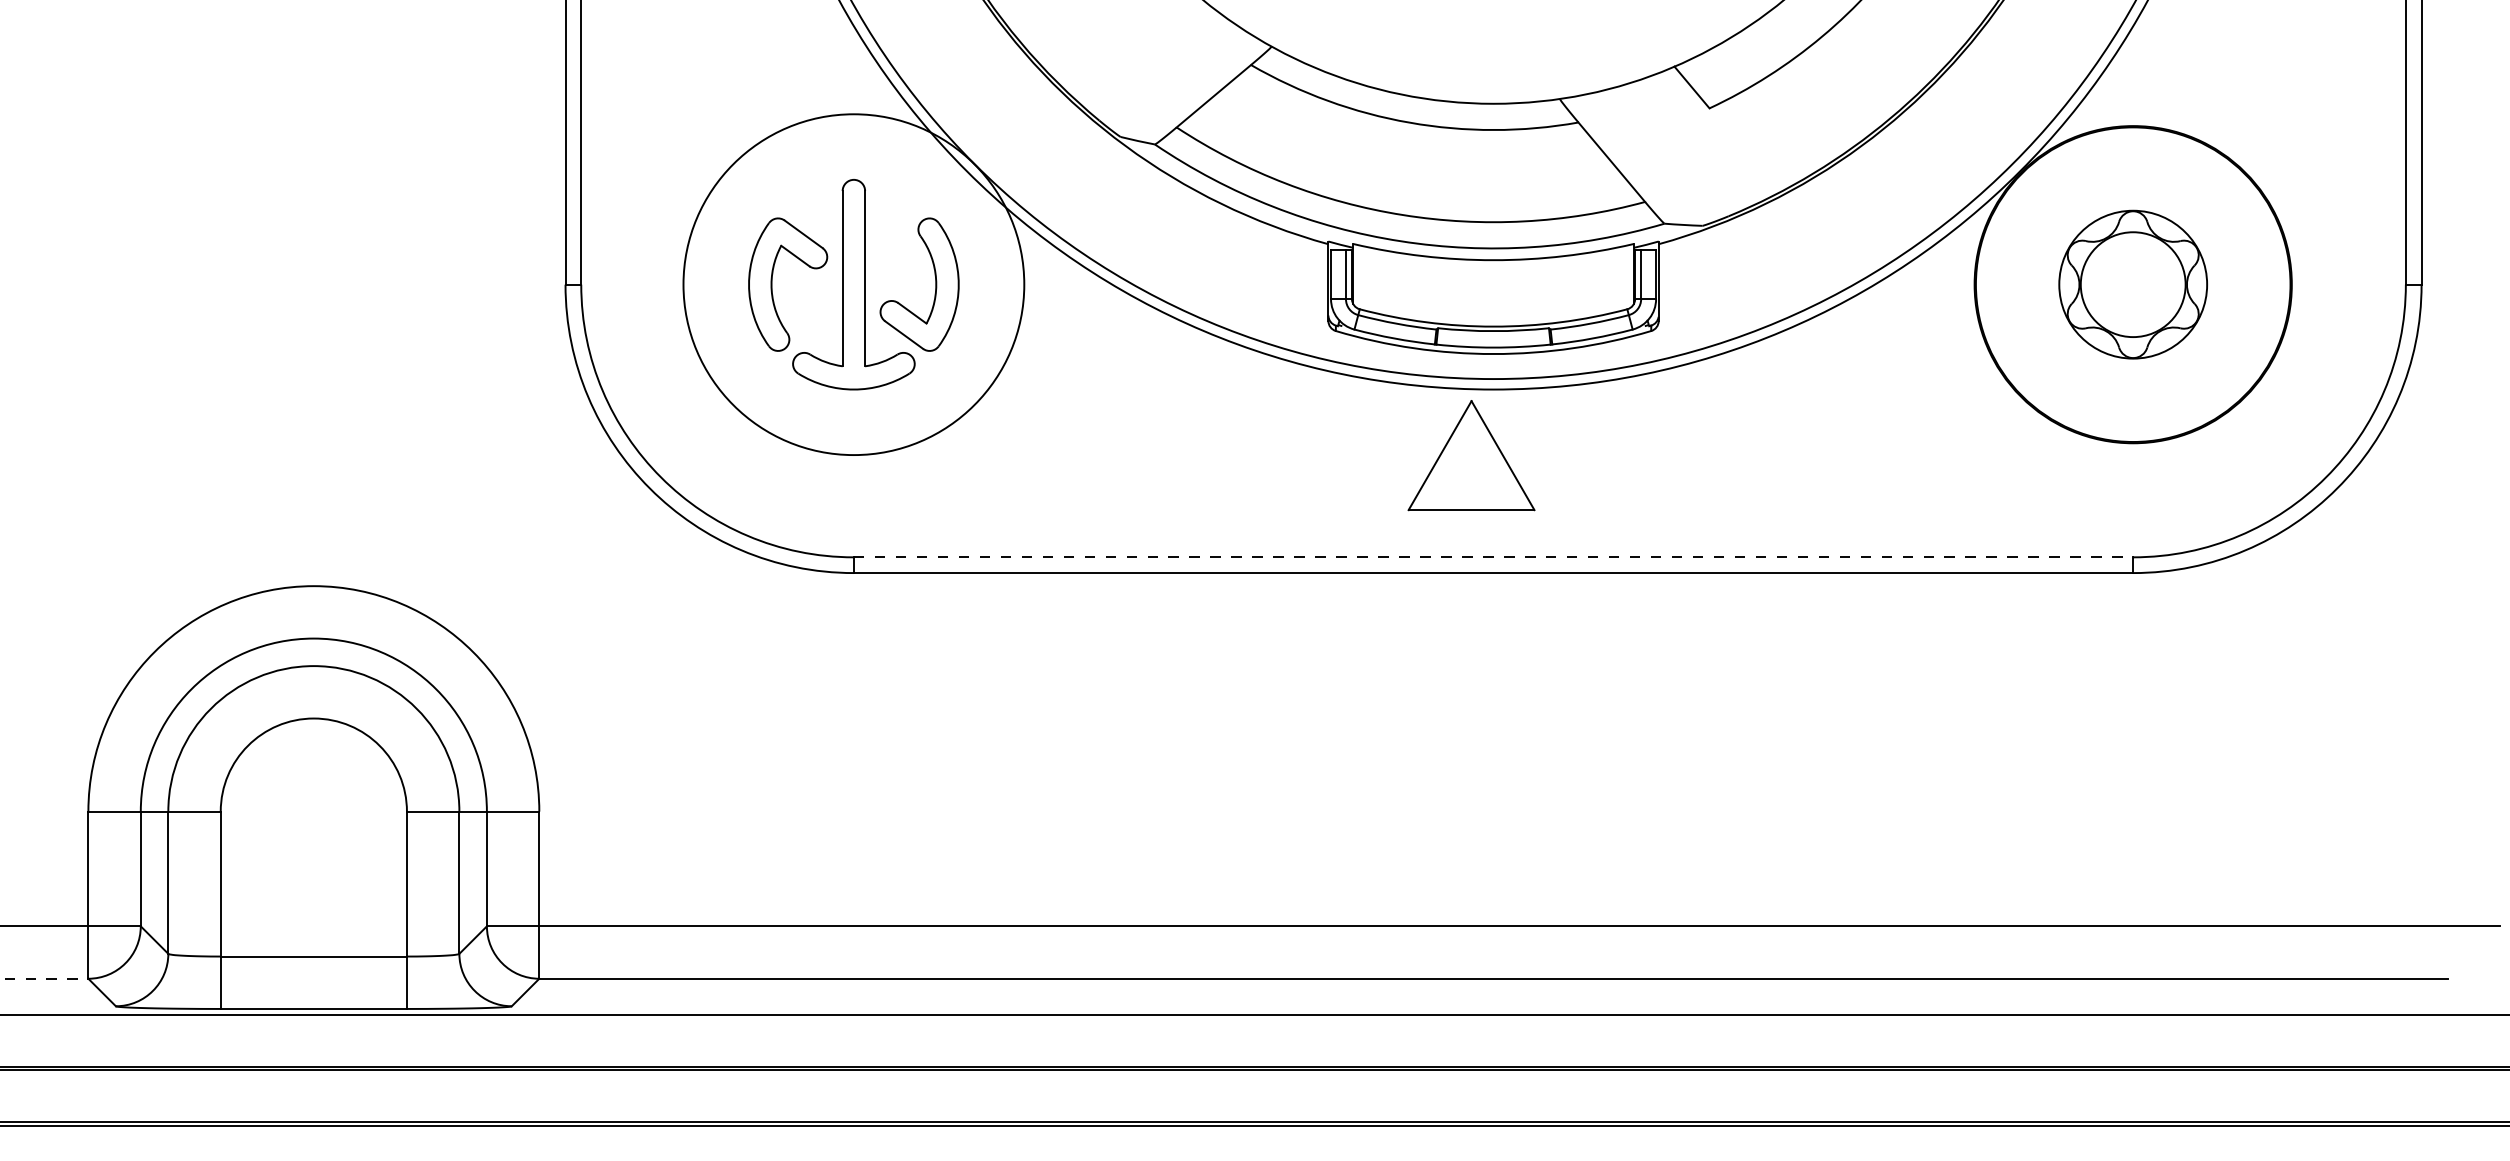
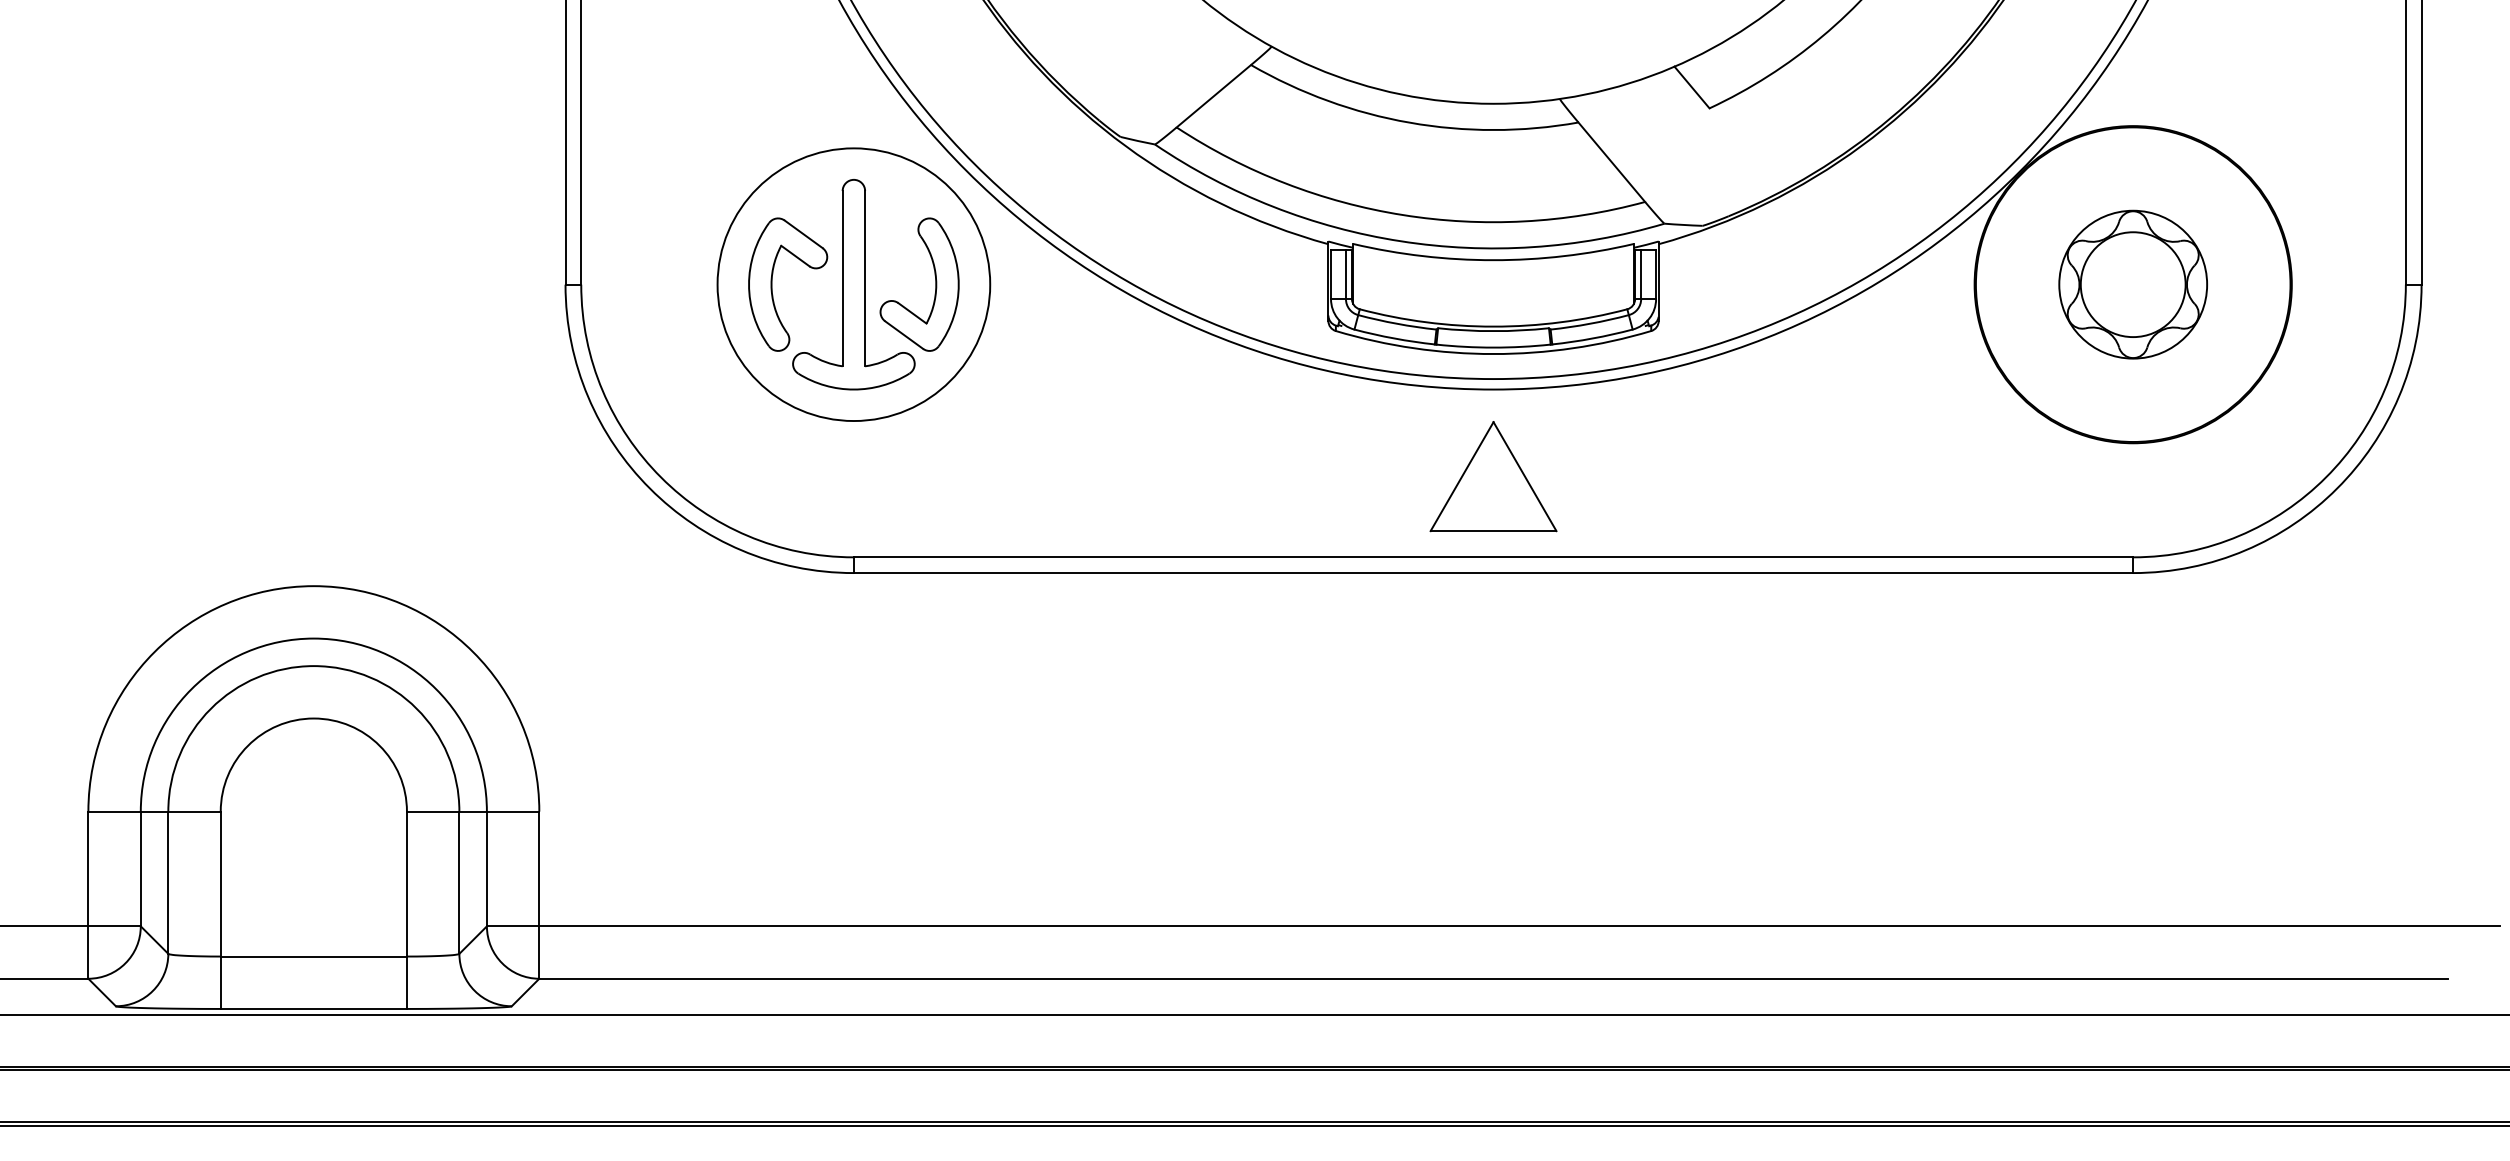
circle at (853, 284) diameter: 341 px -> 273 px
part at (1471, 455) position: (1471, 455) -> (1493, 476)
line at (1493, 557): dashed -> solid
line at (44, 978): dashed -> solid
